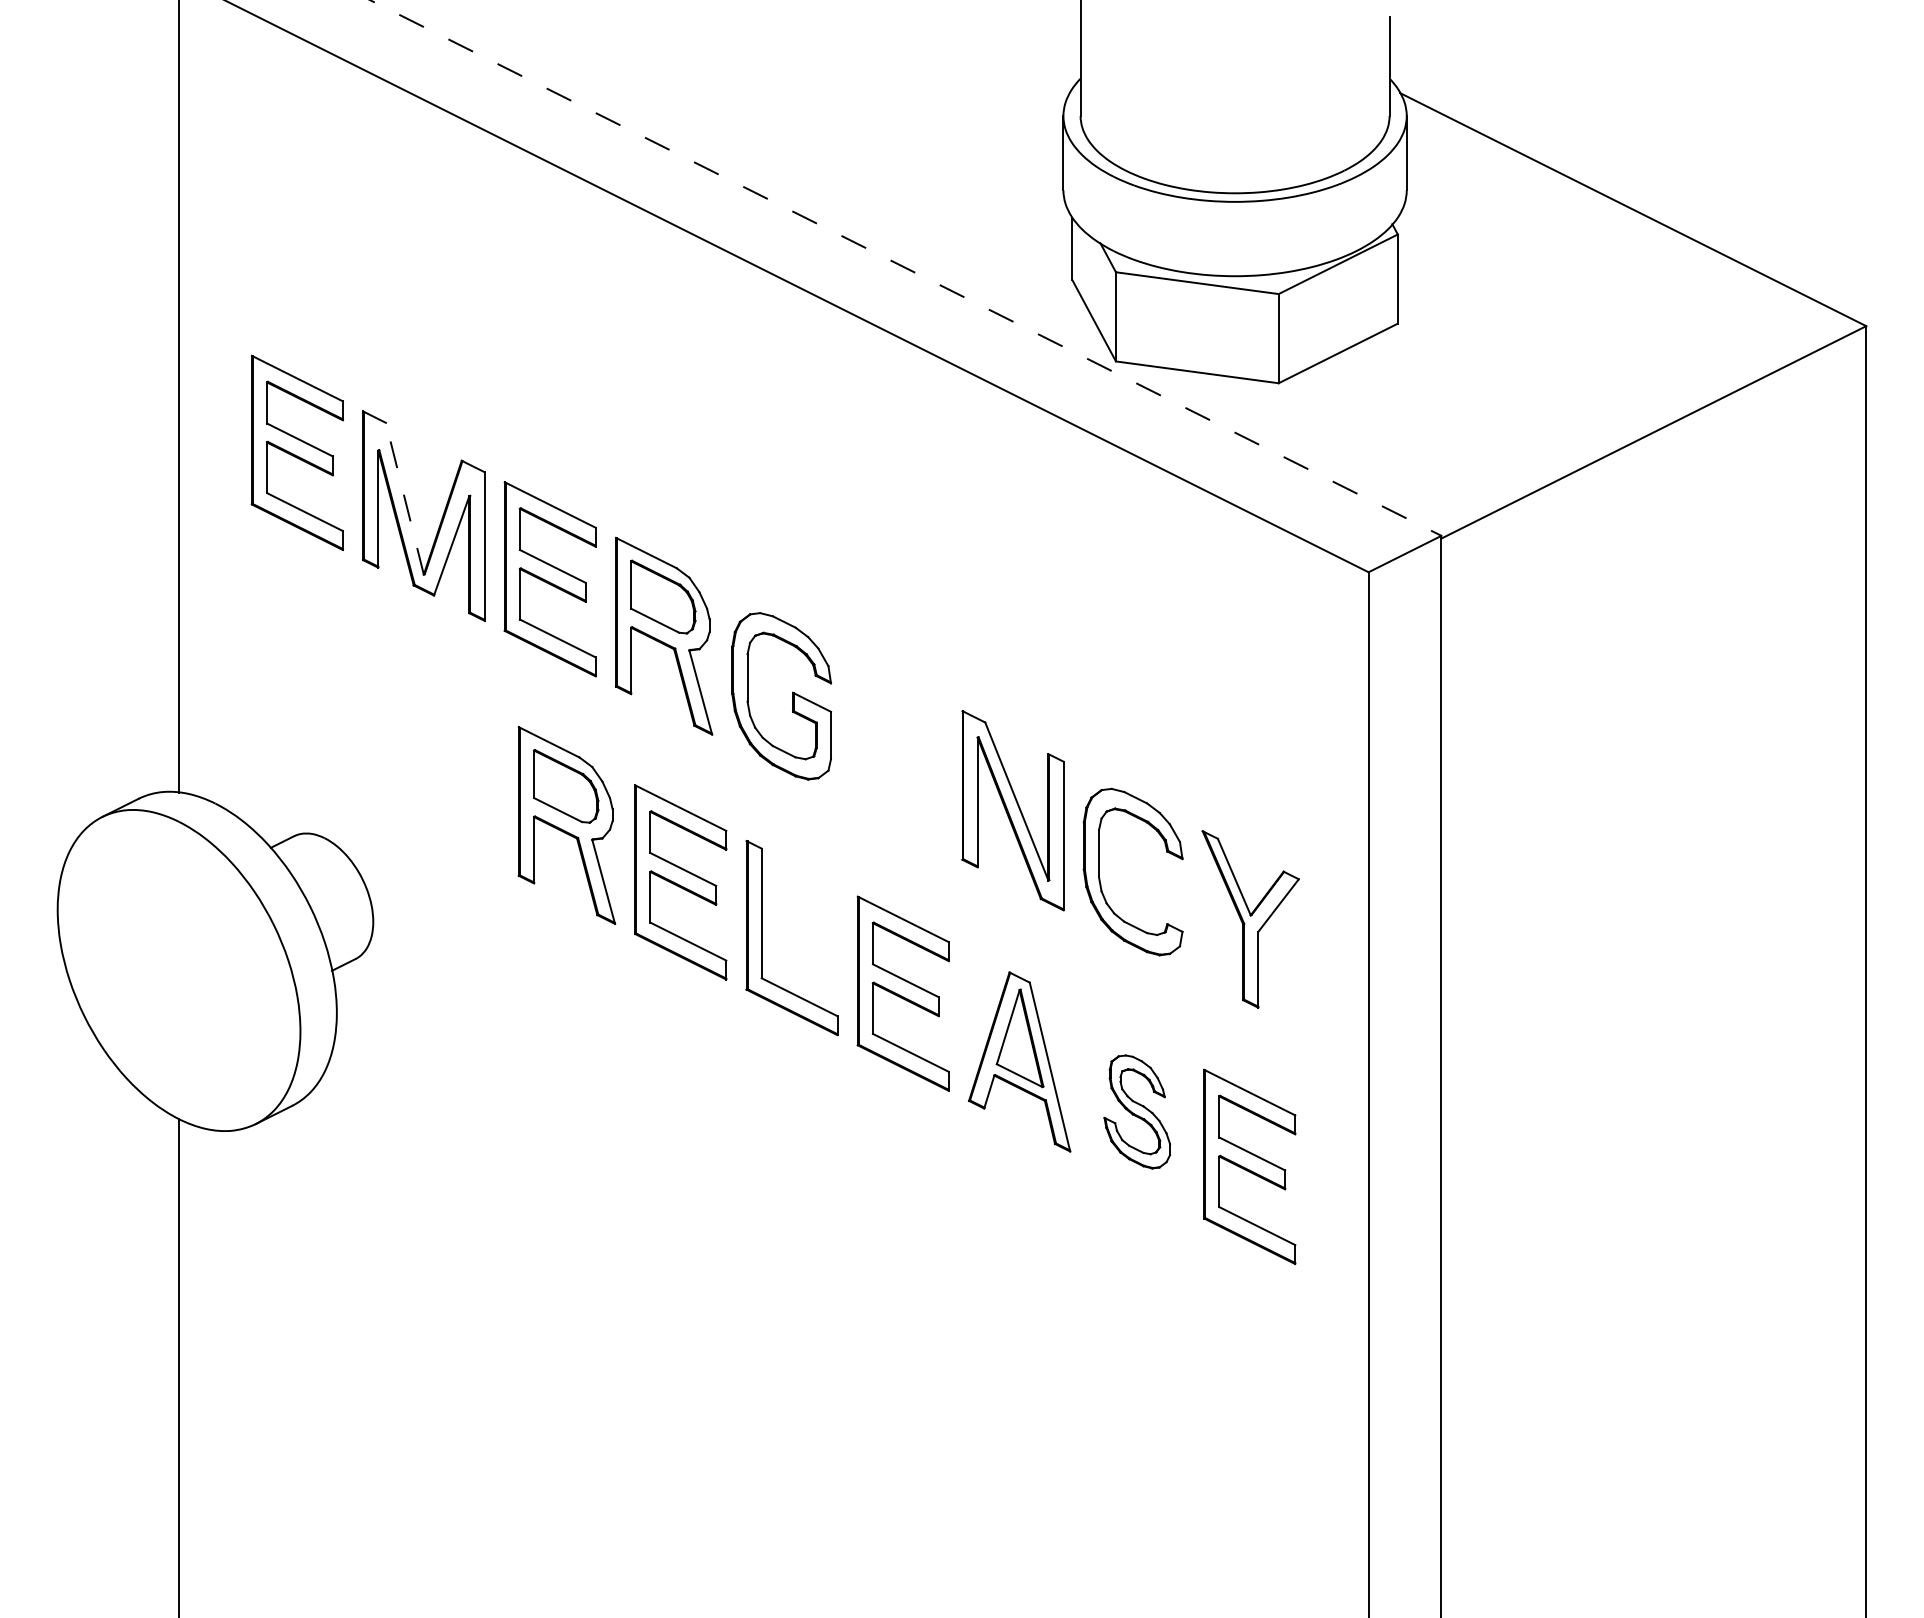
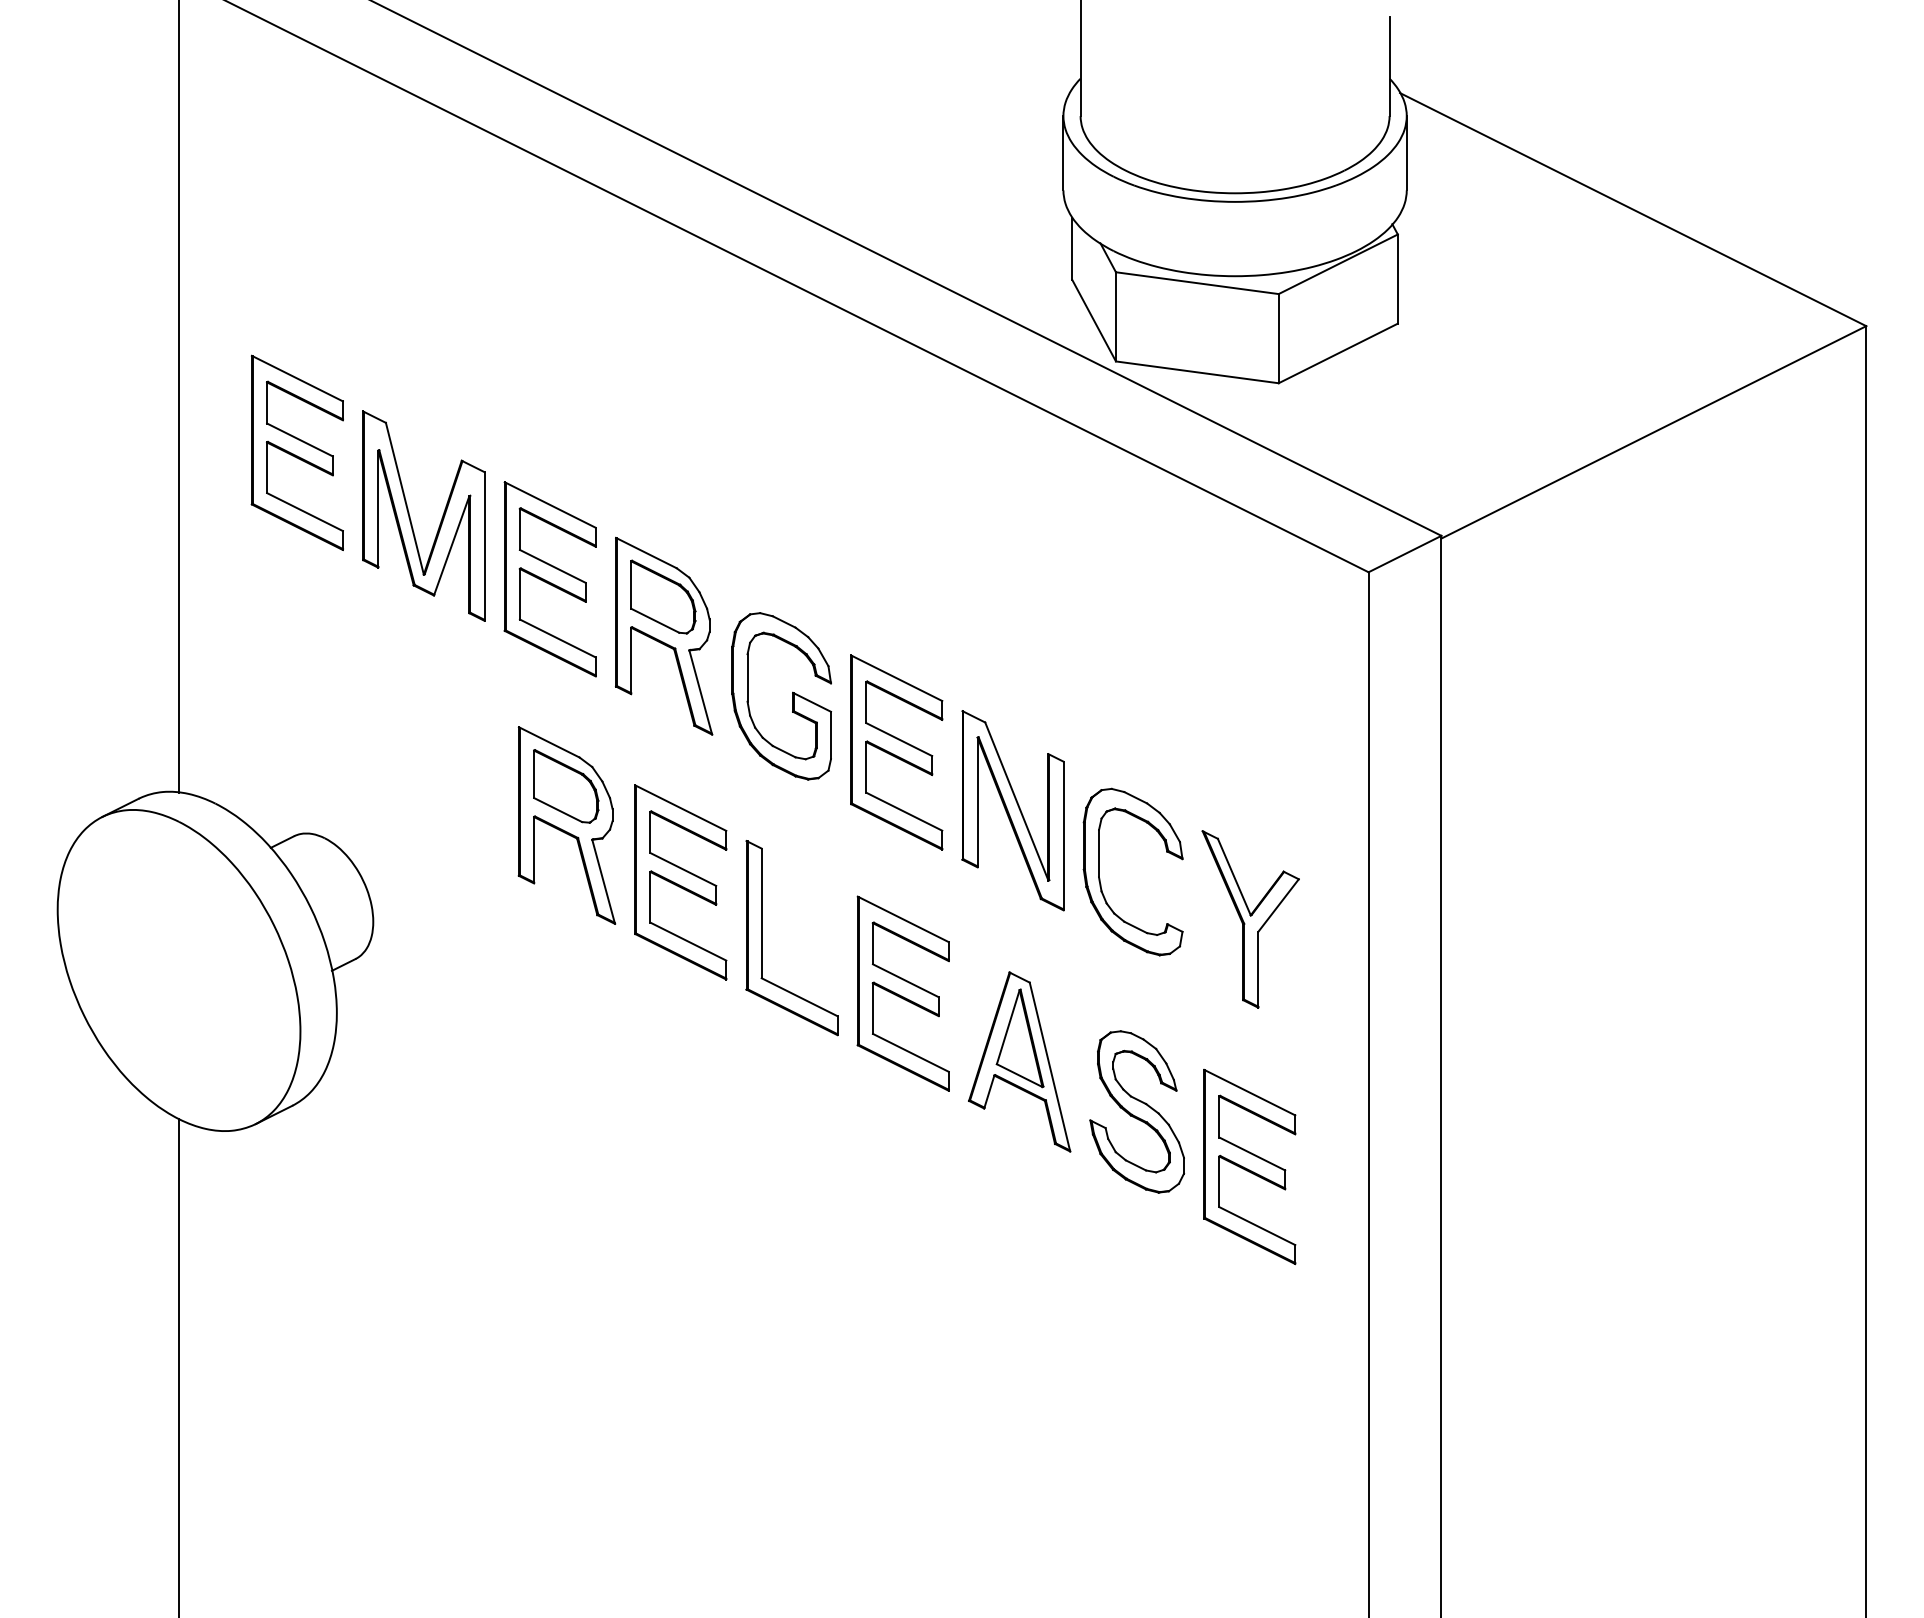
line at (905, 267): dashed -> solid
line at (404, 498): dashed -> solid
part at (896, 752): none -> present
part at (1137, 1111) size: 69x116 px -> 97x164 px
